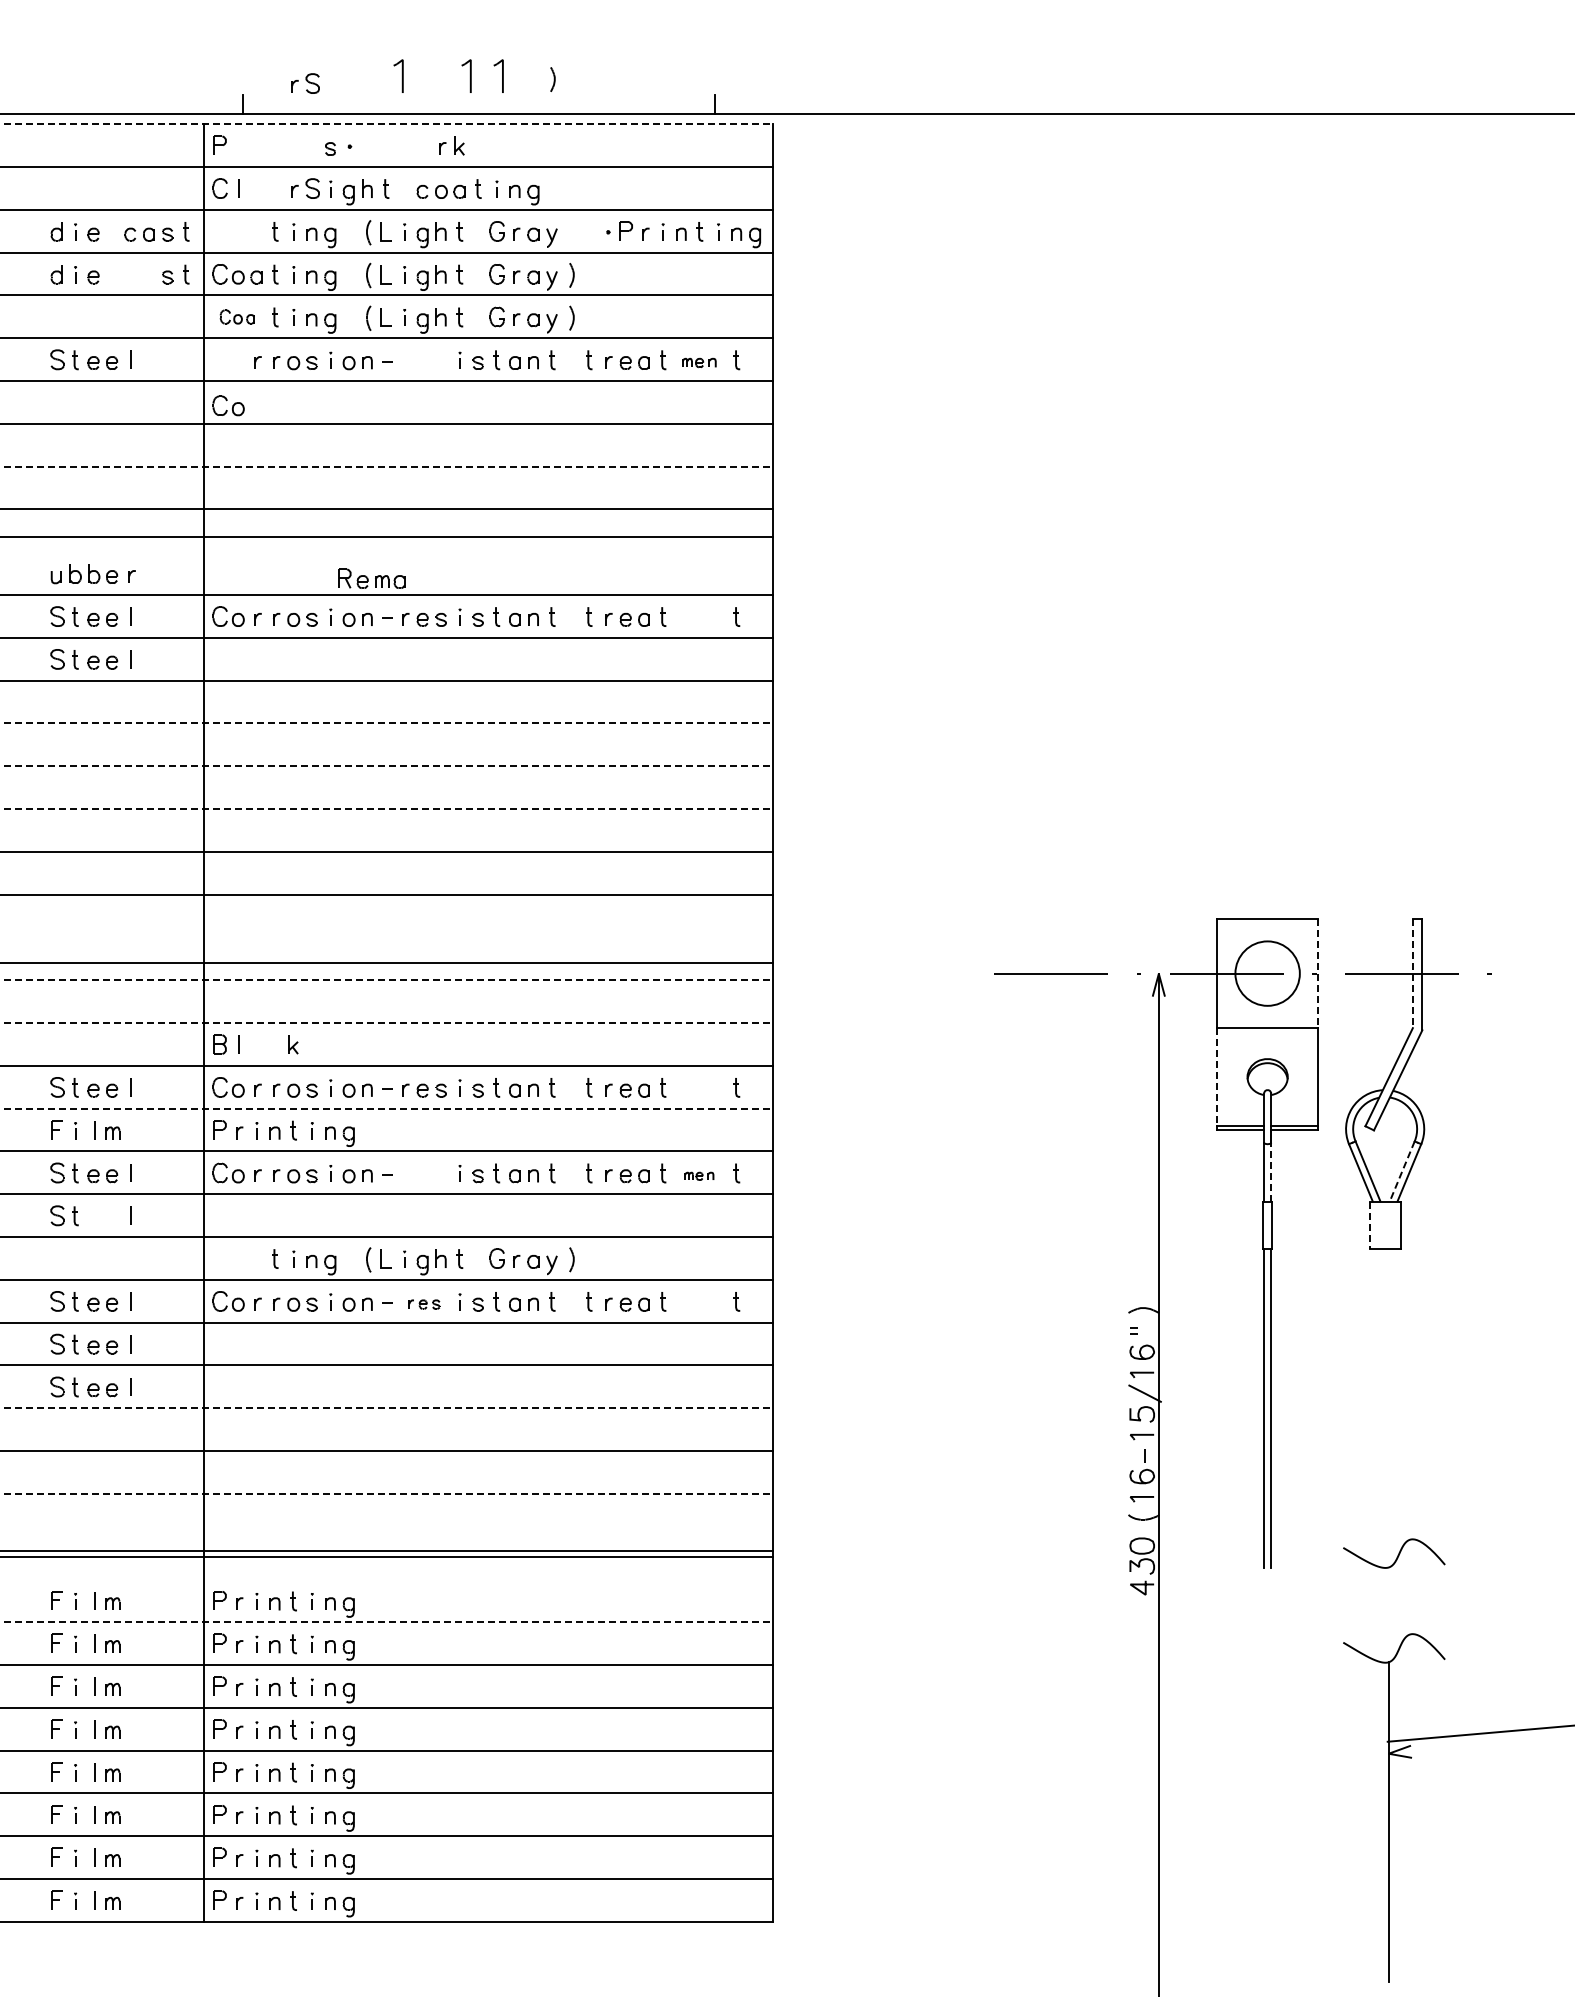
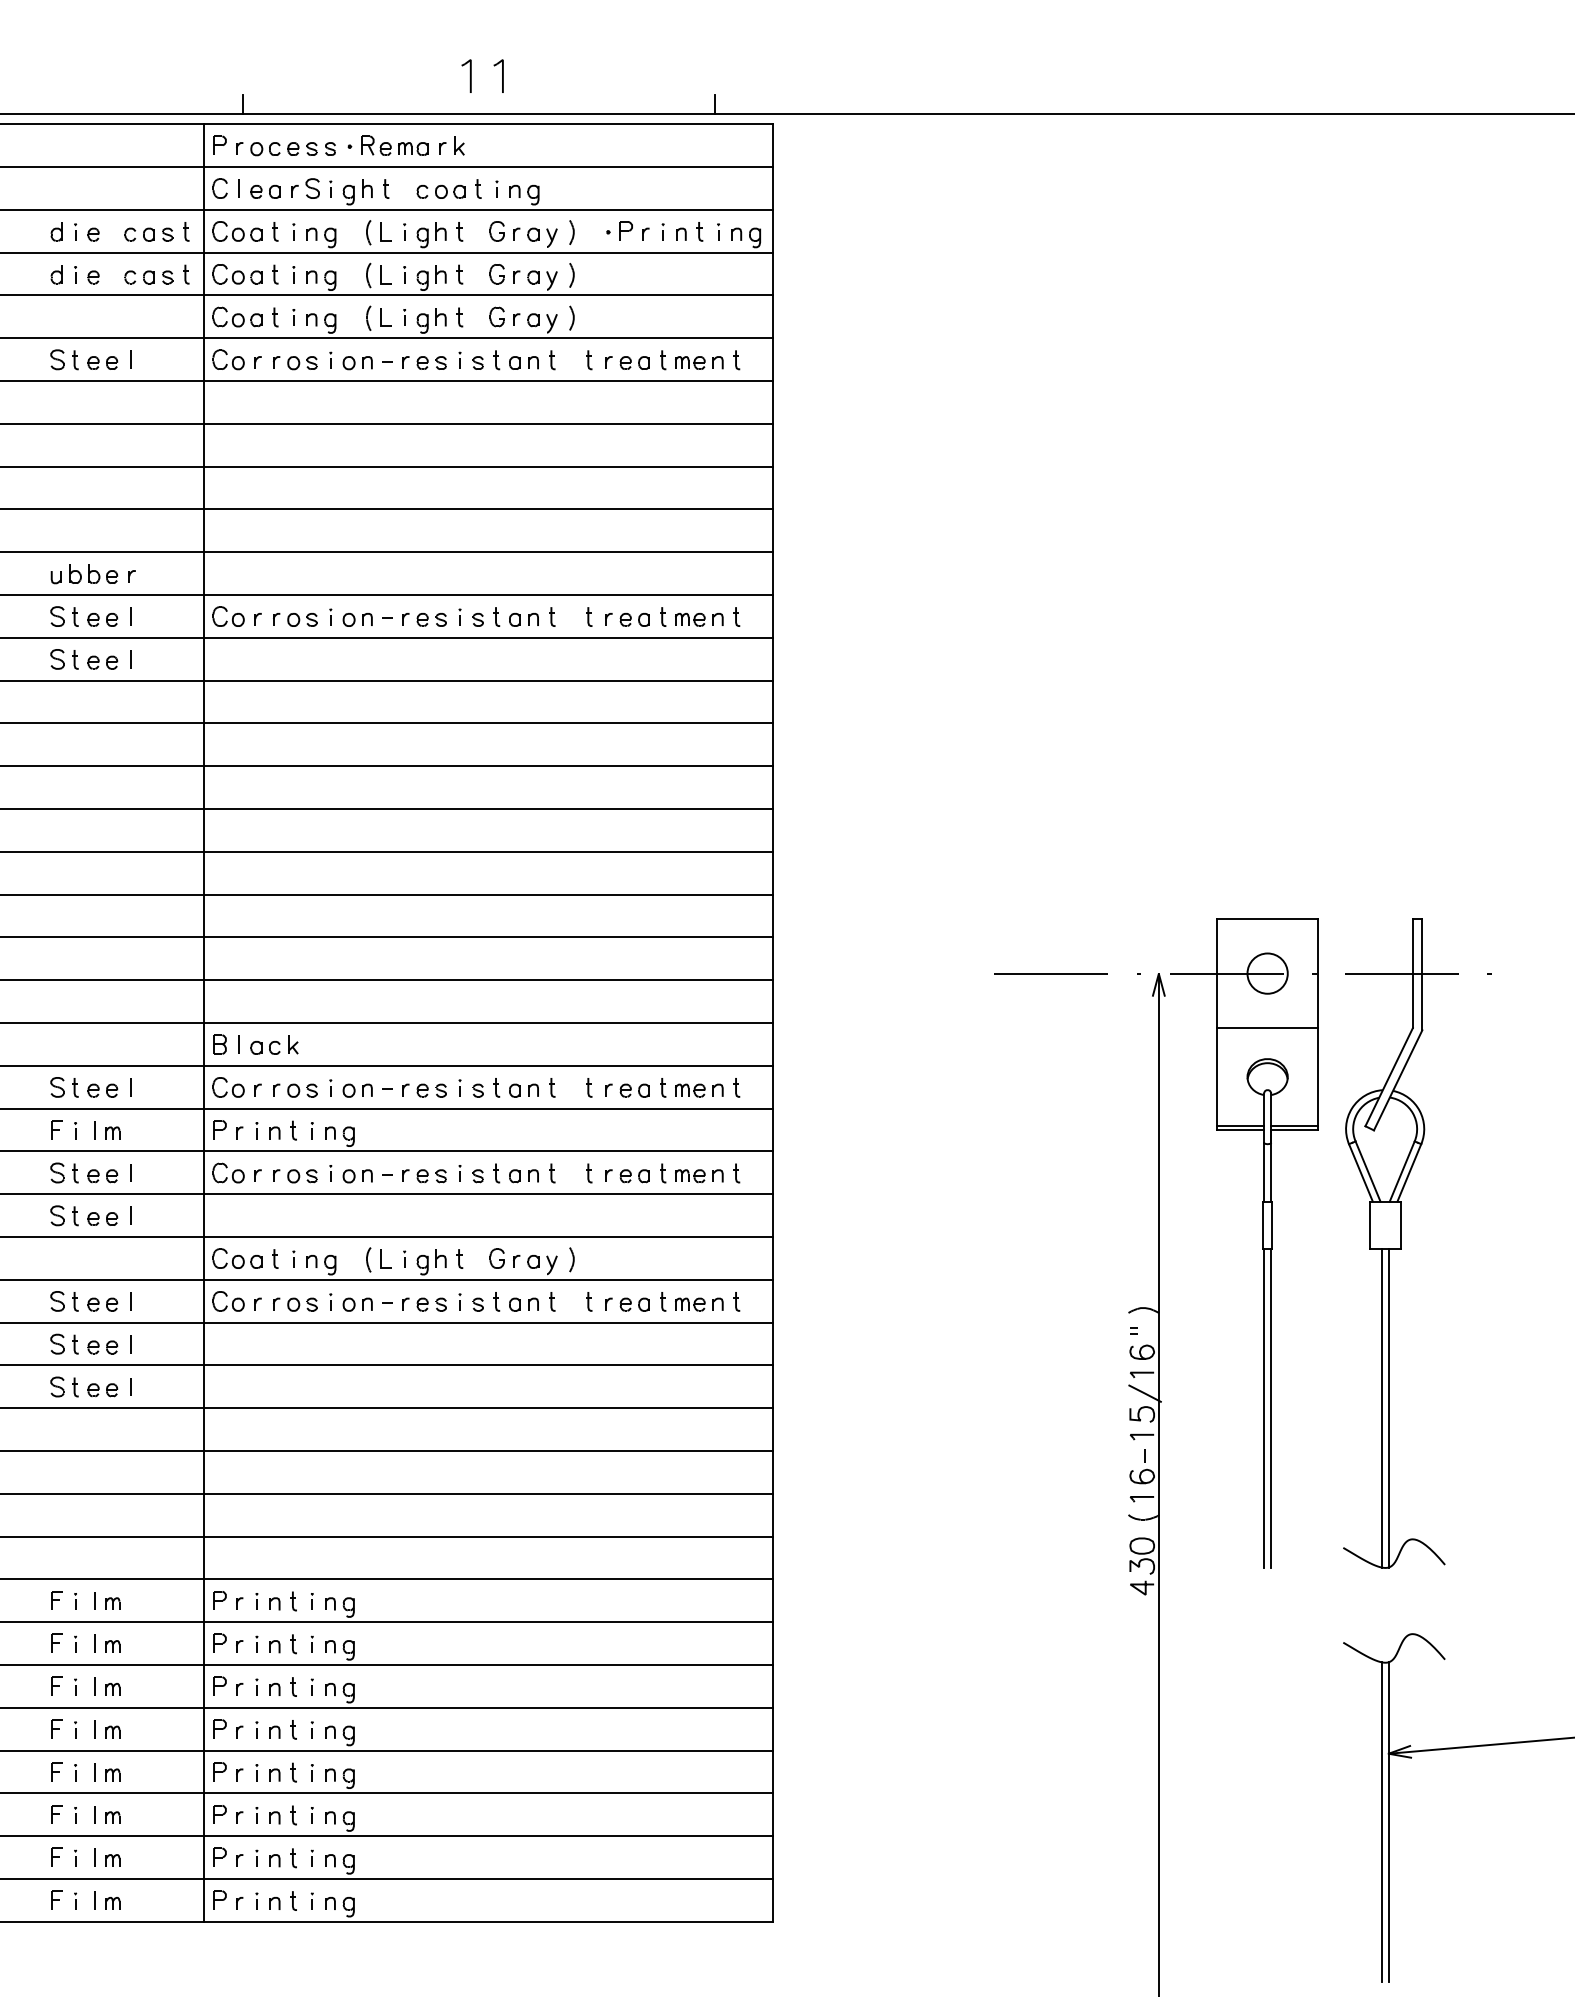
part at (398, 75): present -> none
part at (552, 79) position: (552, 79) -> (571, 232)
part at (305, 83): present -> none
line at (386, 124): dashed -> solid
part at (276, 149): none -> present
part at (265, 191): none -> present
part at (237, 231): none -> present
part at (139, 277): none -> present
part at (236, 316) size: 36x16 px -> 51x22 px
part at (424, 362): none -> present
part at (699, 362) size: 35x12 px -> 49x14 px
part at (228, 405) position: (228, 405) -> (228, 359)
line at (386, 466): dashed -> solid
line at (387, 537) position: (387, 537) -> (387, 552)
part at (371, 578) position: (371, 578) -> (394, 145)
part at (699, 619): none -> present
line at (386, 723): dashed -> solid
line at (386, 766): dashed -> solid
line at (386, 809): dashed -> solid
line at (387, 963) position: (387, 963) -> (387, 937)
circle at (1267, 973) diameter: 64 px -> 40 px
line at (1318, 974): dashed -> solid
line at (1412, 974): dashed -> solid
line at (386, 980): dashed -> solid
line at (386, 1023): dashed -> solid
part at (265, 1047): none -> present
line at (1217, 1077): dashed -> solid
part at (699, 1090): none -> present
line at (386, 1108): dashed -> solid
line at (1271, 1171): dashed -> solid
line at (1402, 1171): dashed -> solid
part at (699, 1175) size: 31x10 px -> 49x15 px
part at (424, 1176): none -> present
part at (102, 1218): none -> present
line at (1369, 1225): dashed -> solid
part at (237, 1258): none -> present
part at (424, 1304) size: 33x11 px -> 45x15 px
part at (699, 1304): none -> present
line at (1381, 1407): none -> present
line at (1388, 1407): none -> present
line at (386, 1408): dashed -> solid
line at (386, 1493): dashed -> solid
line at (387, 1550) position: (387, 1550) -> (387, 1536)
line at (387, 1557) position: (387, 1557) -> (387, 1579)
line at (386, 1622): dashed -> solid
line at (1479, 1733) position: (1479, 1733) -> (1479, 1745)
line at (1381, 1822): none -> present
